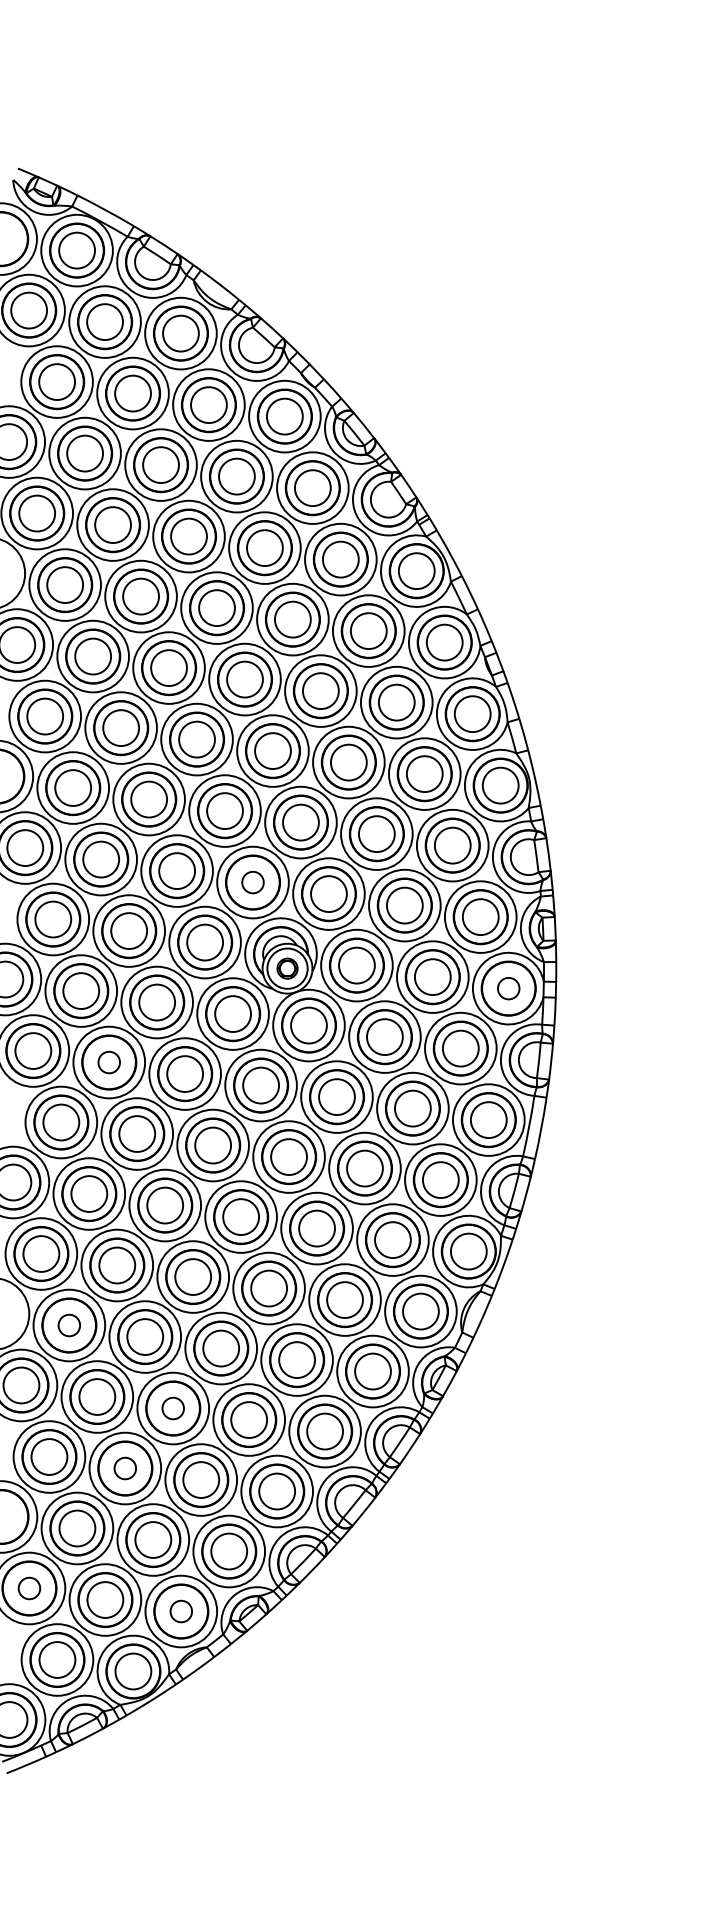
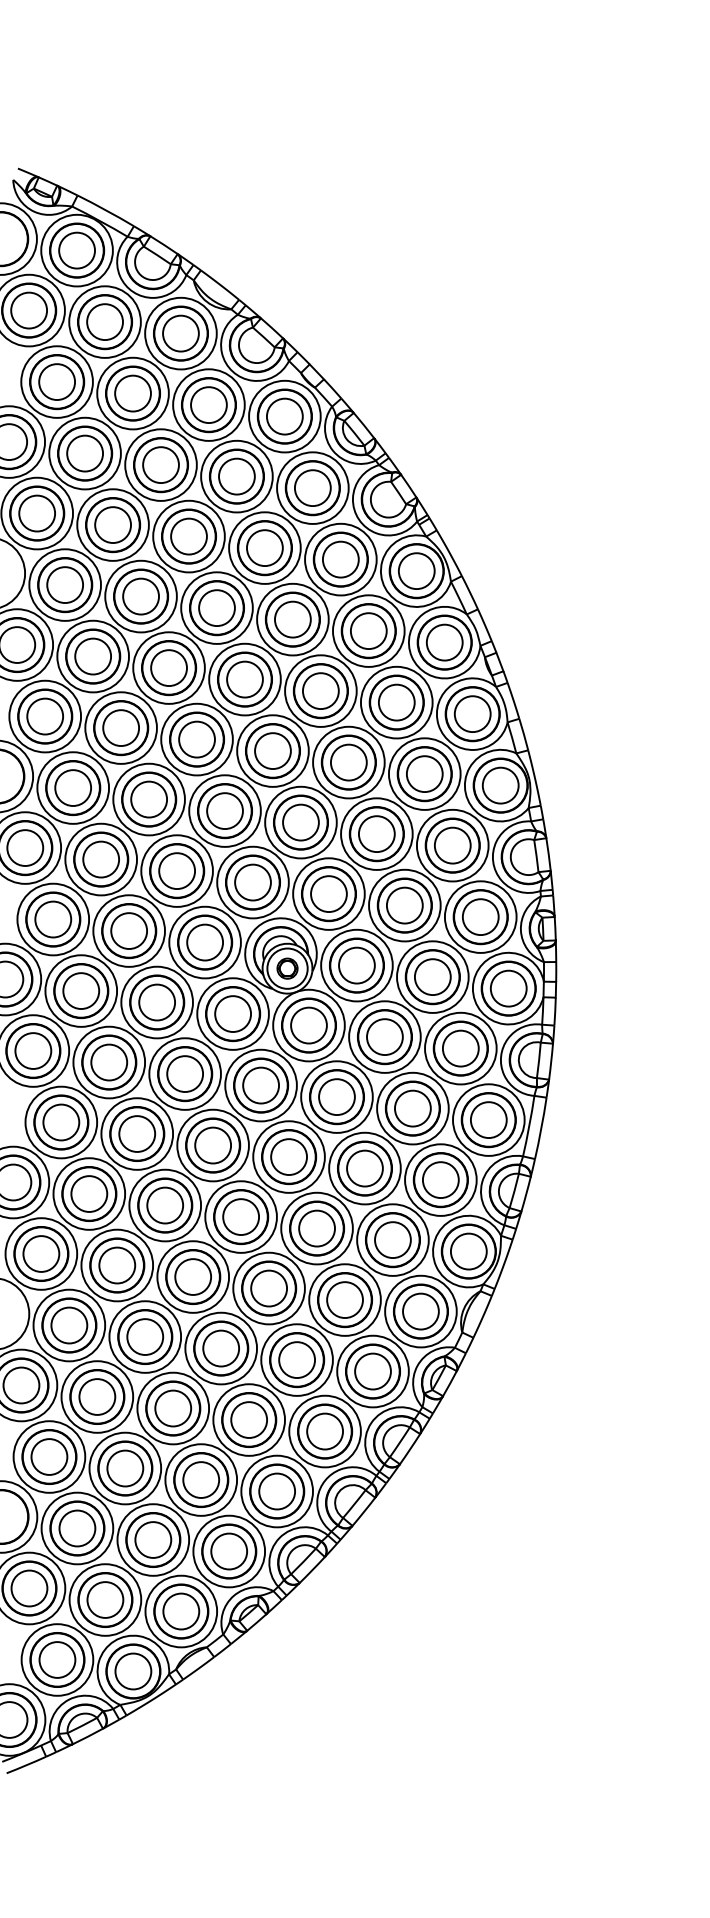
circle at (252, 882) diameter: 22 px -> 36 px
circle at (508, 988) diameter: 22 px -> 36 px
circle at (109, 1062) diameter: 22 px -> 36 px
circle at (69, 1325) diameter: 22 px -> 36 px
circle at (173, 1408) diameter: 22 px -> 36 px
circle at (125, 1468) diameter: 22 px -> 36 px
circle at (29, 1588) diameter: 22 px -> 36 px
circle at (181, 1611) diameter: 22 px -> 36 px
